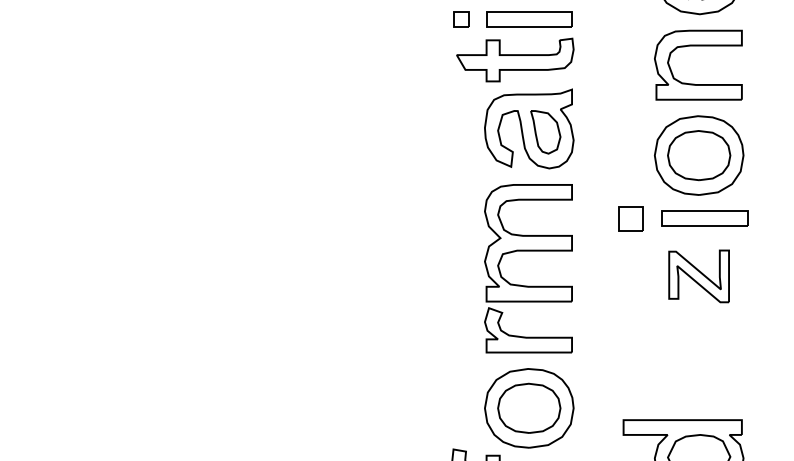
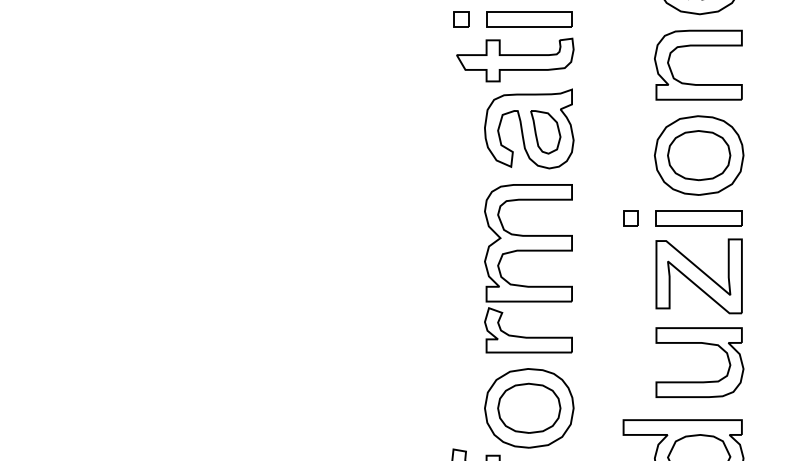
part at (630, 218) size: 26x26 px -> 16x17 px
part at (704, 218) position: (704, 218) -> (698, 218)
part at (698, 276) size: 62x55 px -> 88x77 px
part at (703, 344): none -> present
